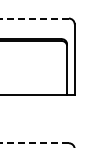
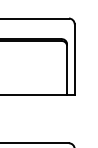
line at (34, 18): dashed -> solid
line at (34, 143): dashed -> solid
